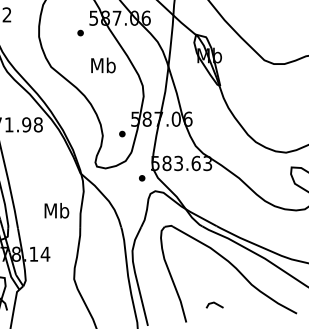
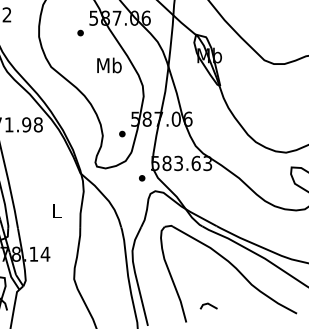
text at (103, 65) position: (103, 65) -> (109, 65)
text at (56, 210): Mb -> L
line at (214, 303) position: (214, 303) -> (208, 304)
